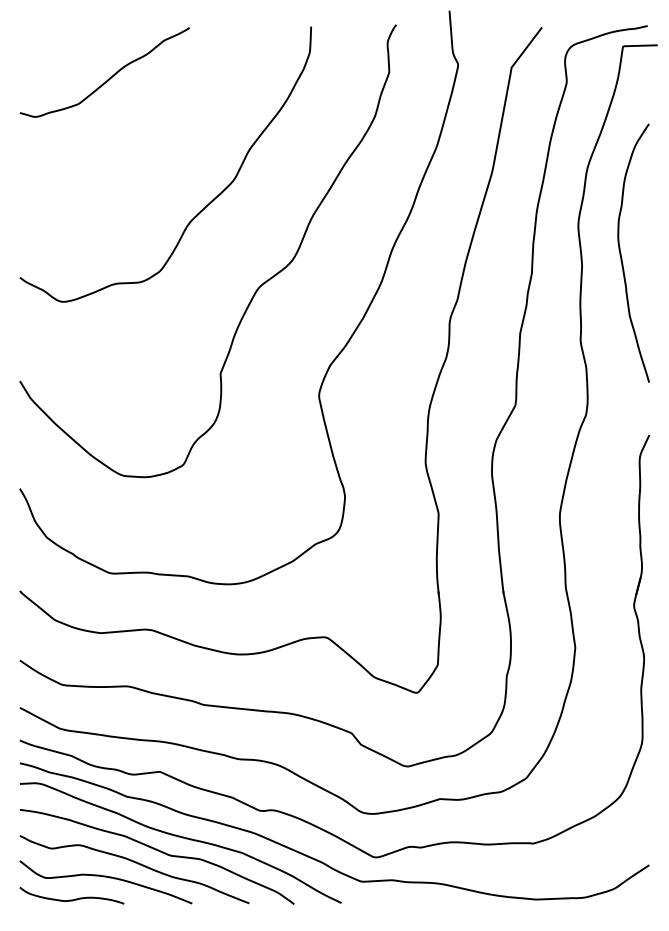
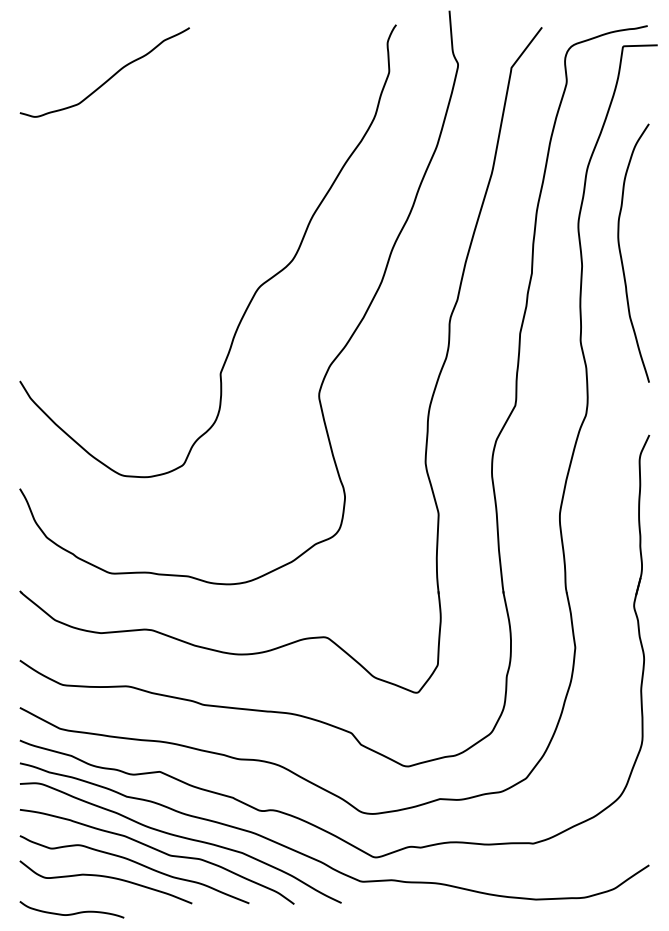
curve at (203, 207): present -> none
curve at (71, 899) position: (71, 899) -> (71, 913)
